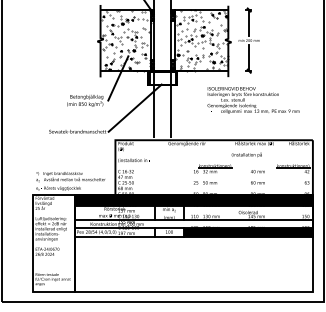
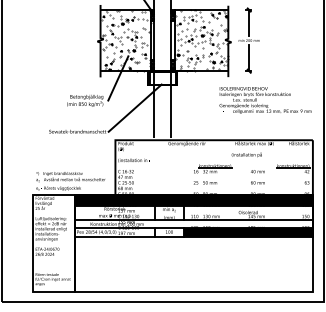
text at (253, 100) position: (253, 100) -> (265, 100)
